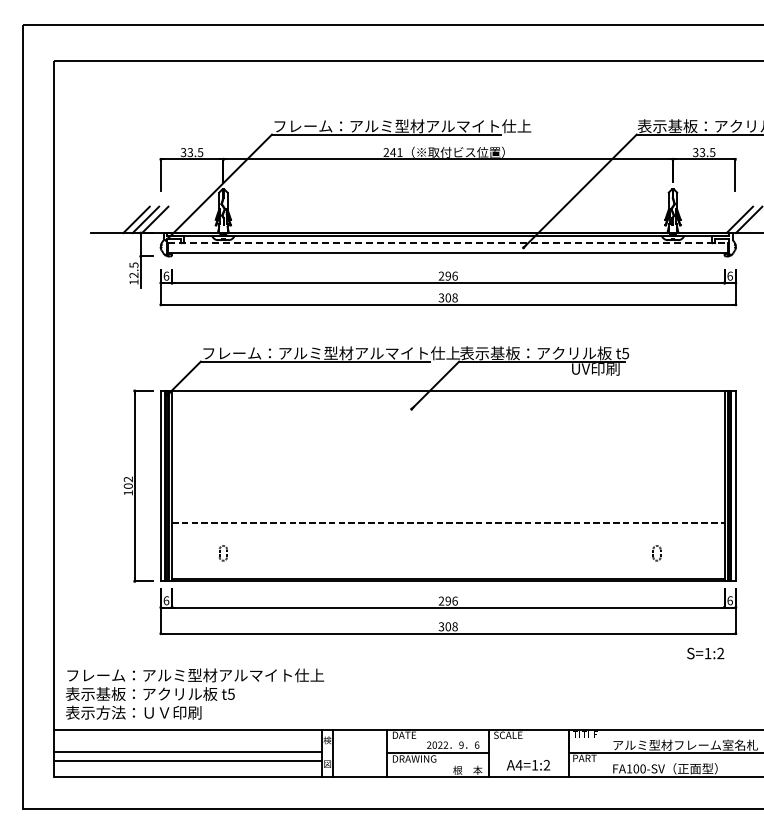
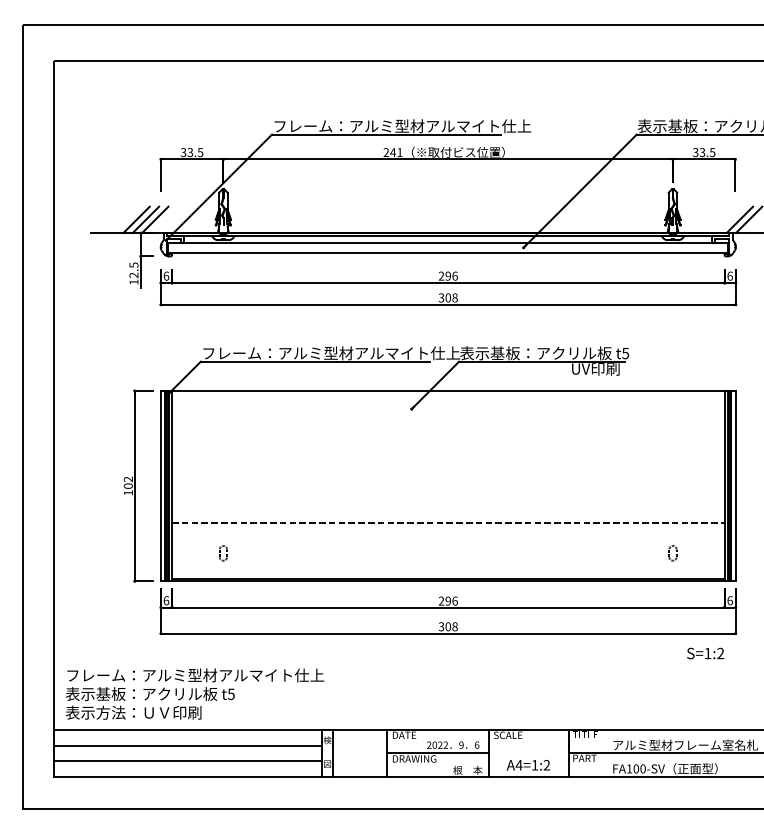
line at (448, 243): dashed -> solid
part at (656, 553) position: (656, 553) -> (672, 553)
line at (187, 751) position: (187, 751) -> (187, 745)
